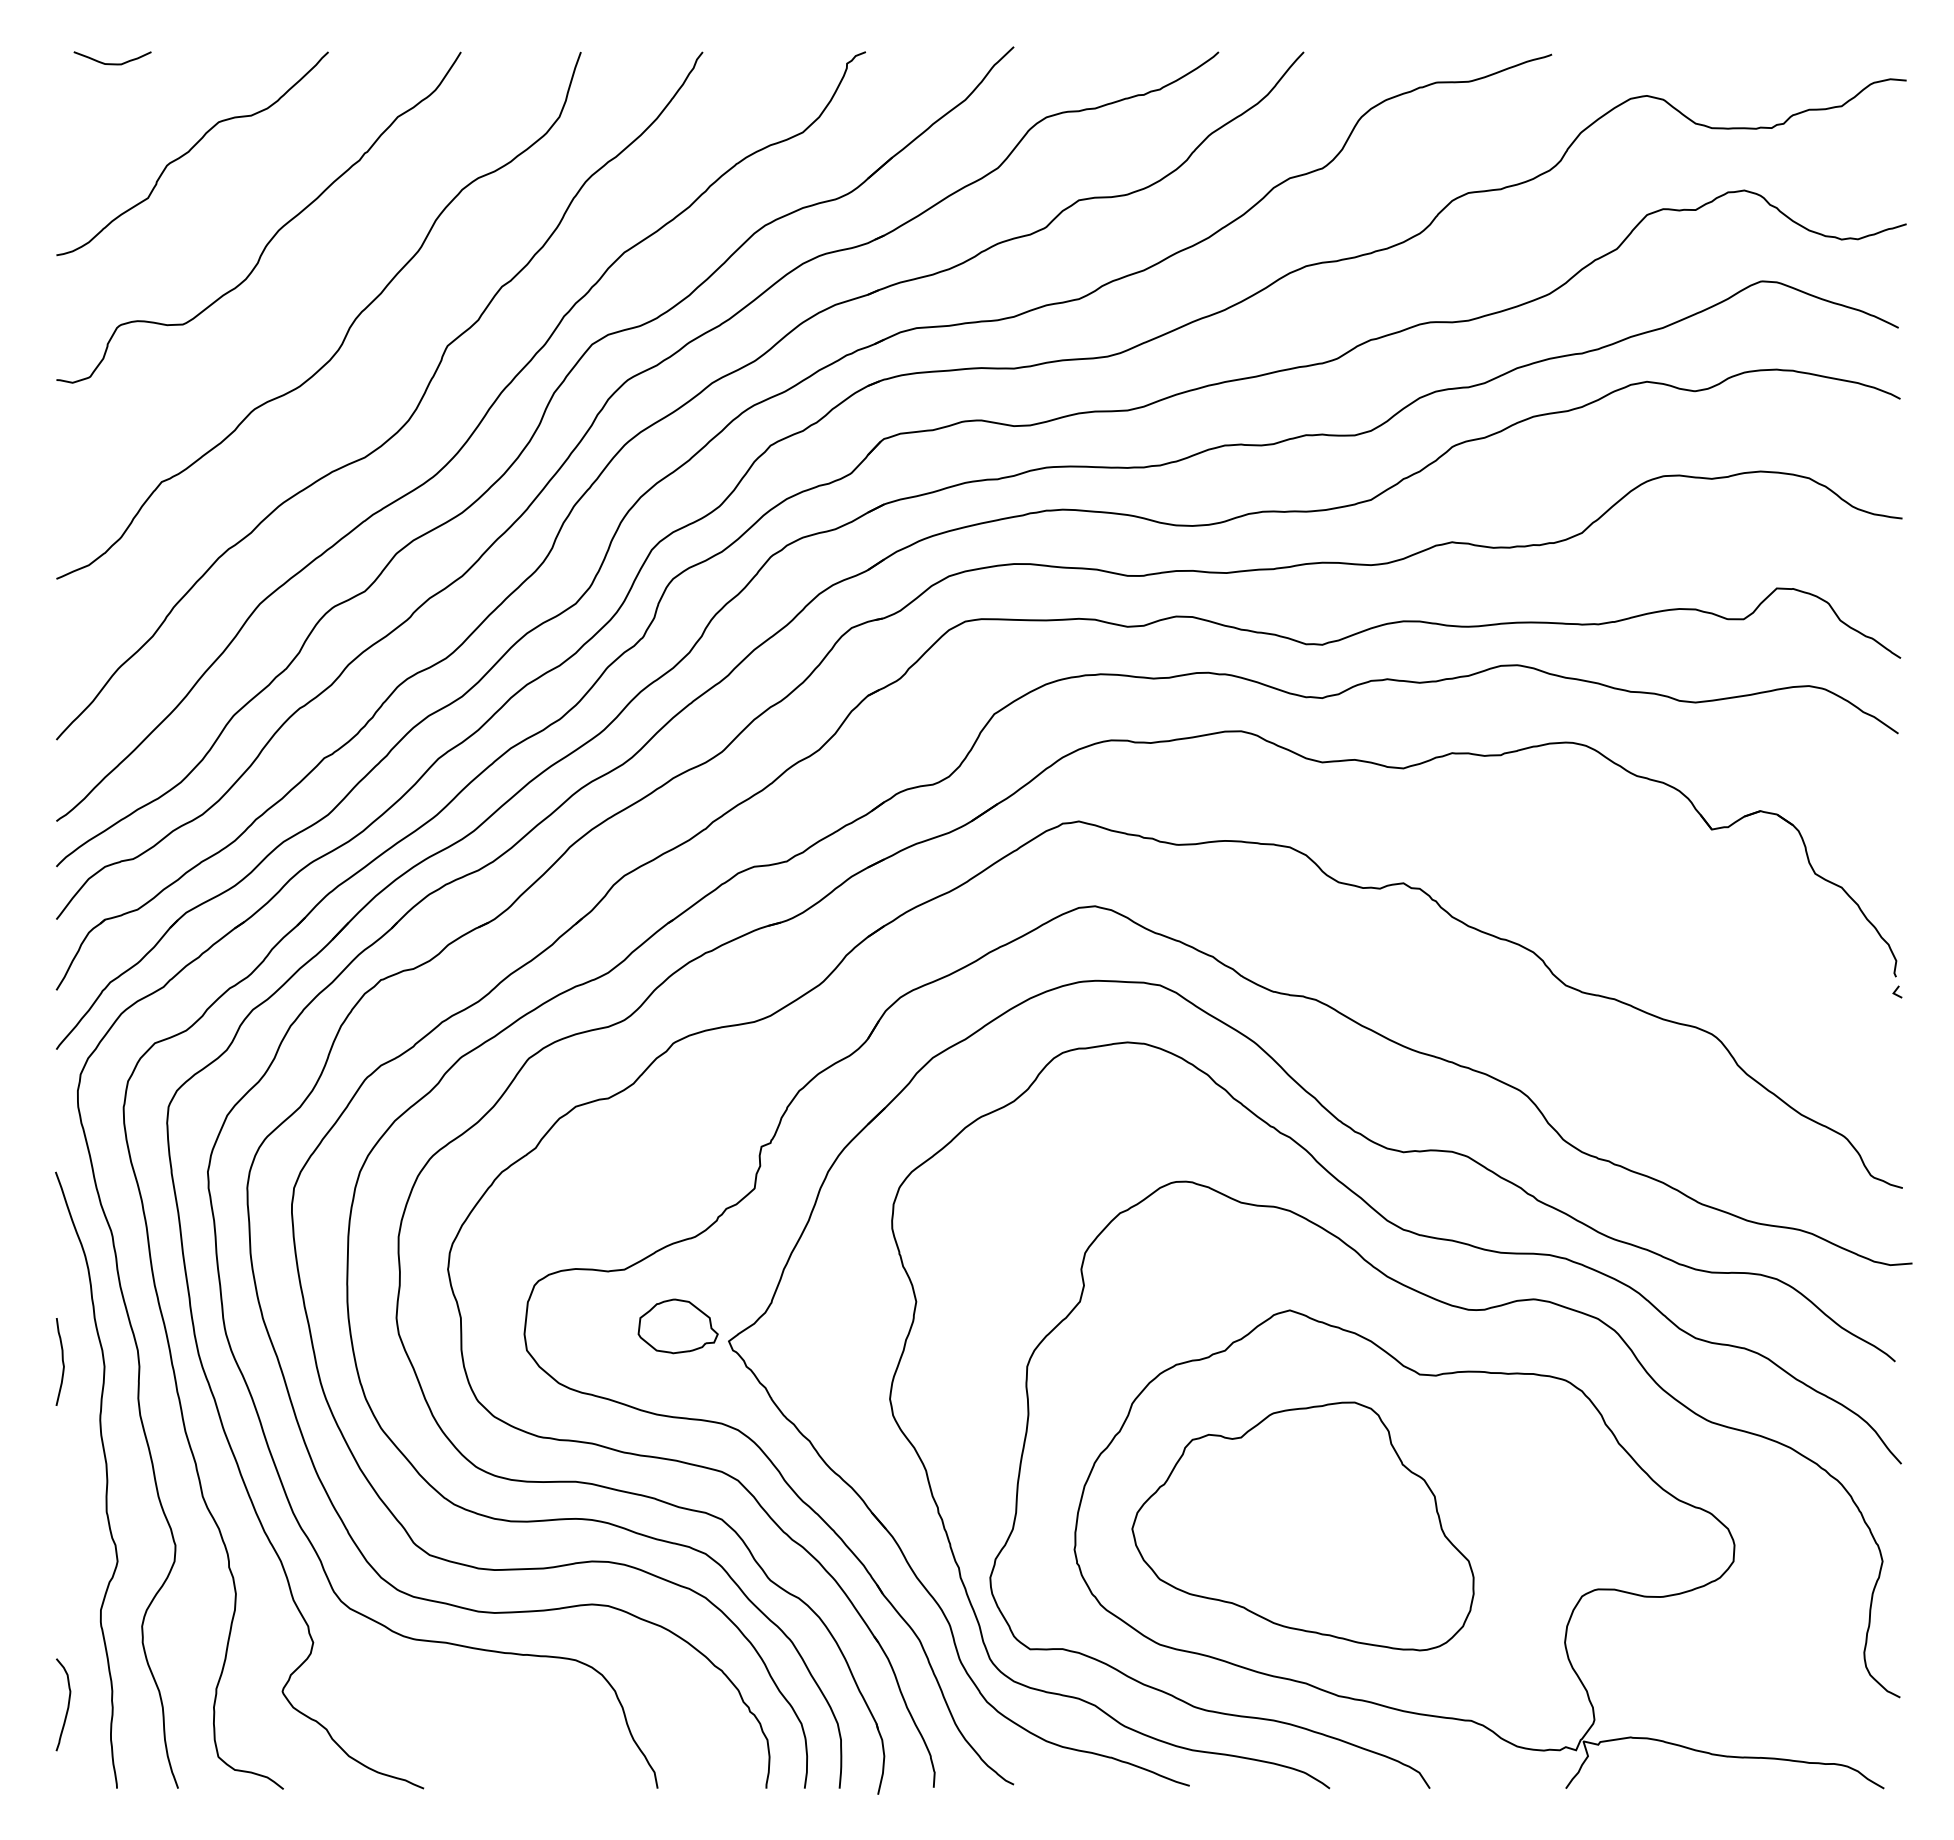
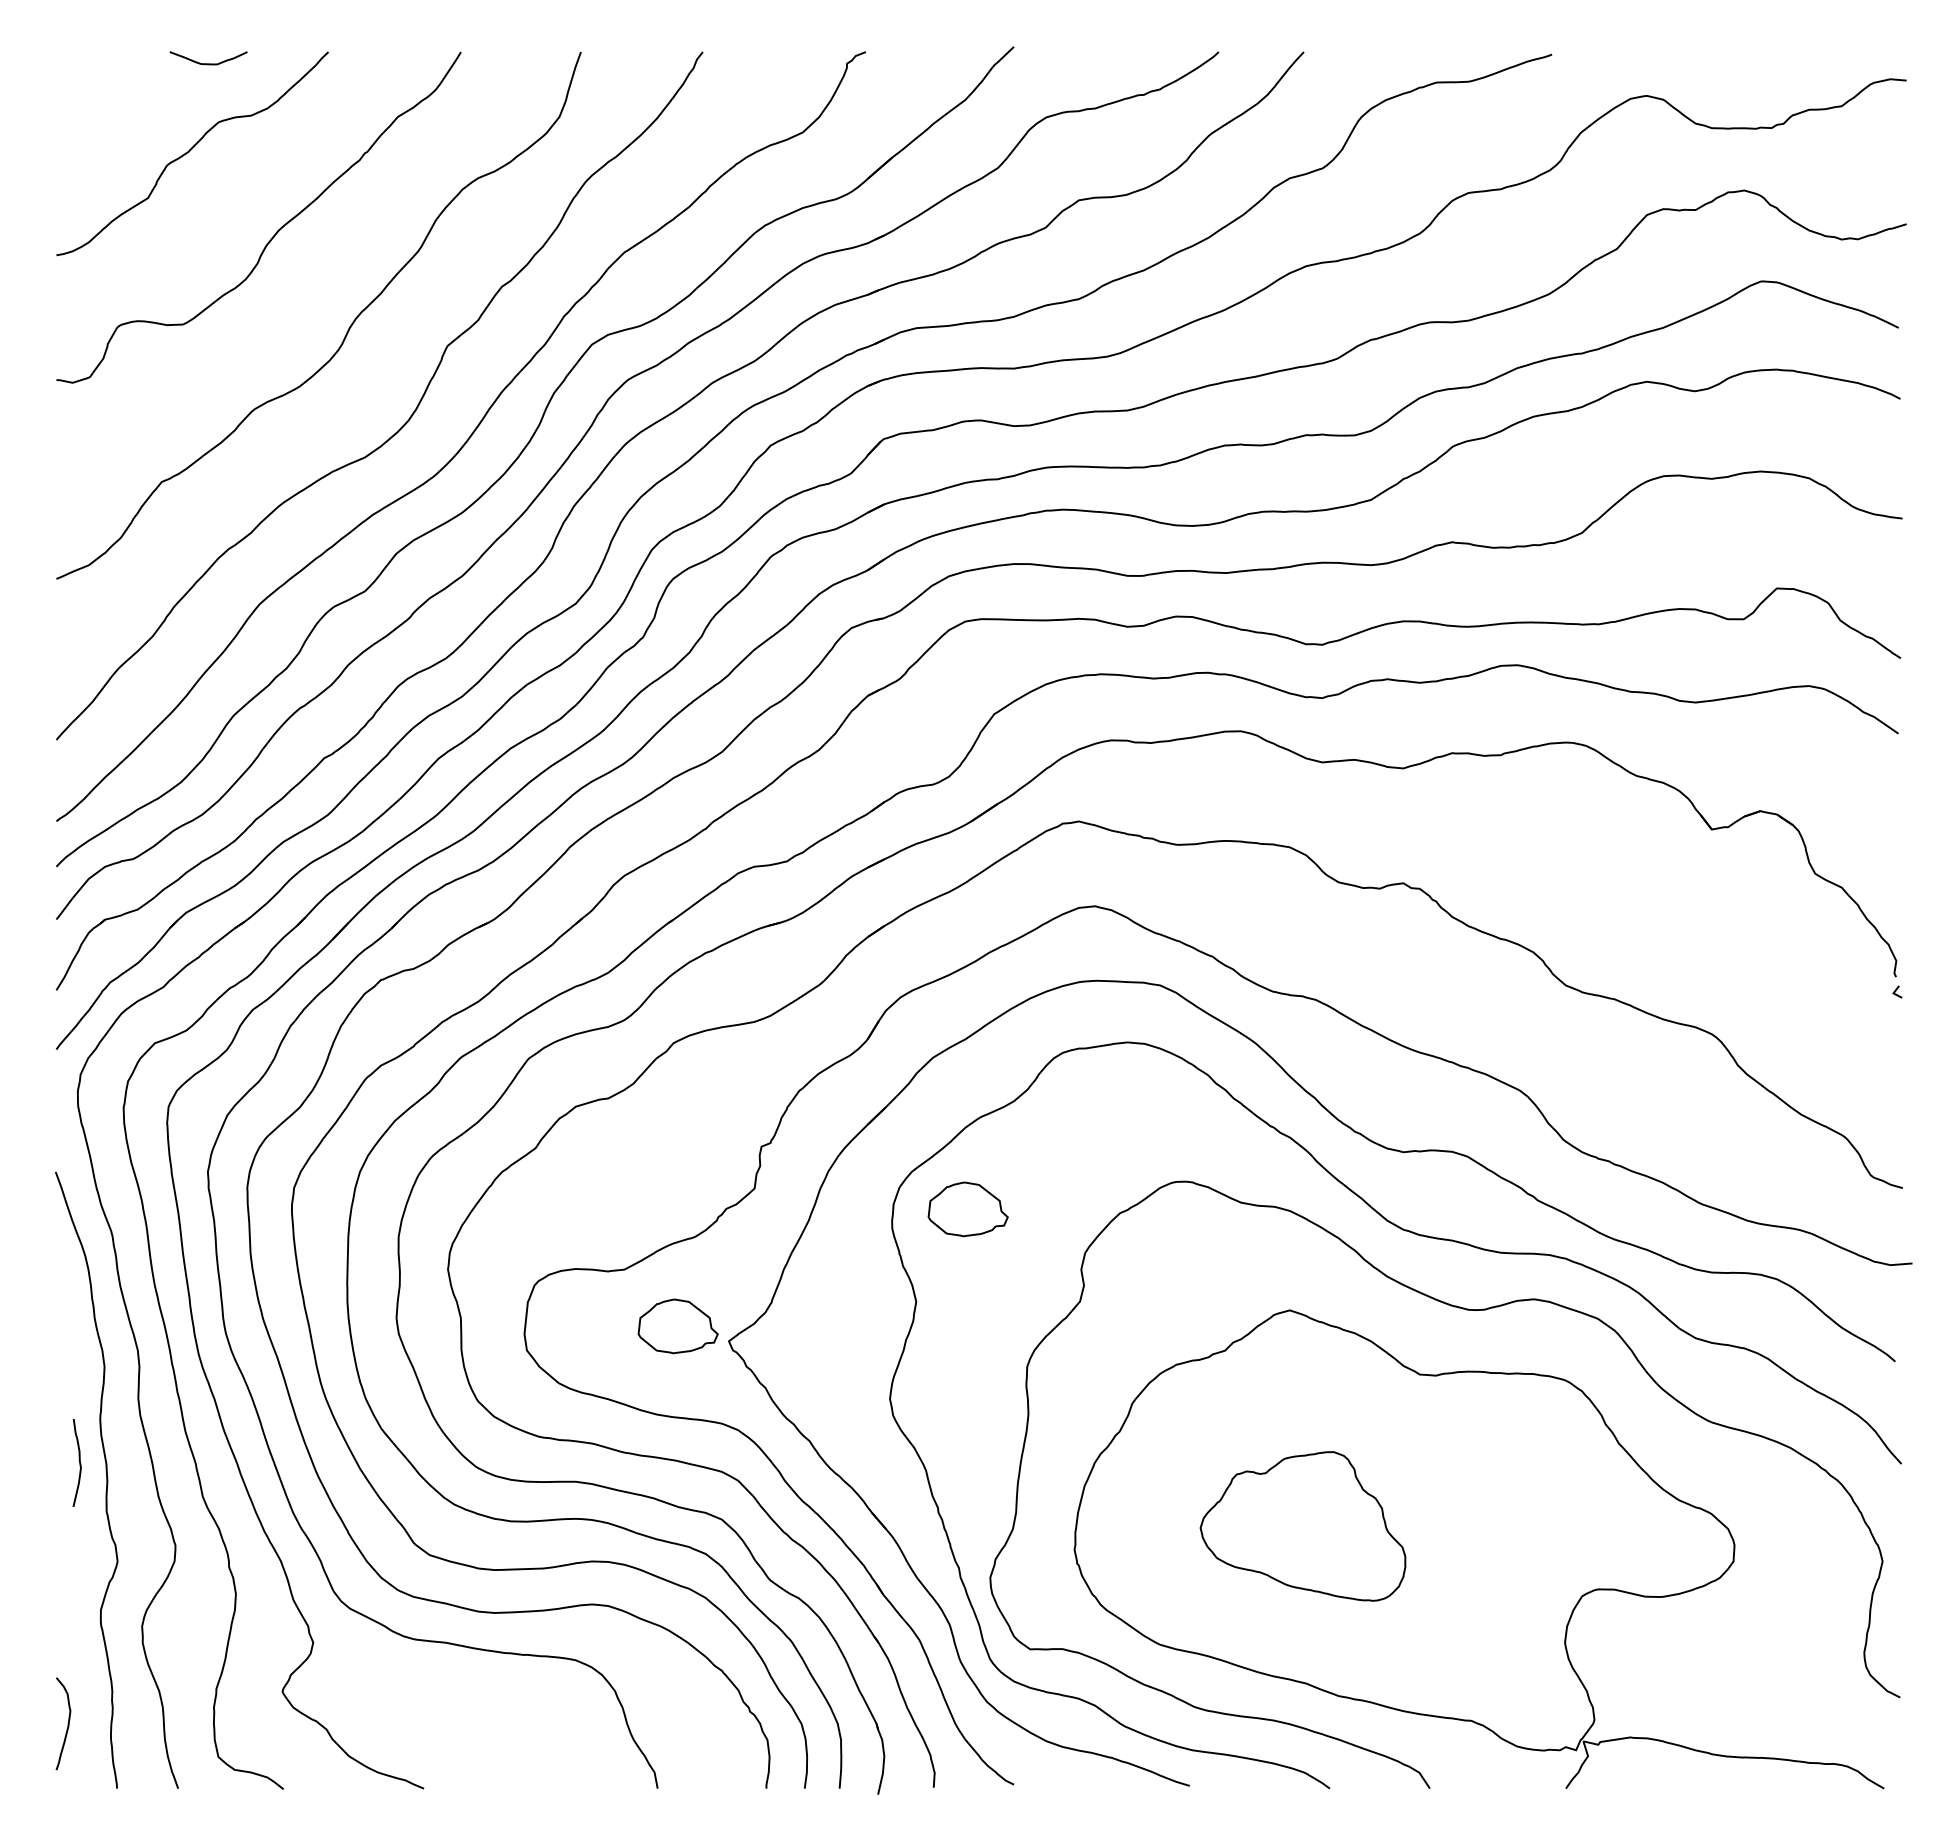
curve at (112, 63) position: (112, 63) -> (208, 63)
part at (967, 1209): none -> present
curve at (61, 1359) position: (61, 1359) -> (78, 1460)
part at (1302, 1526) size: 344x251 px -> 208x151 px
curve at (67, 1704) position: (67, 1704) -> (67, 1723)
